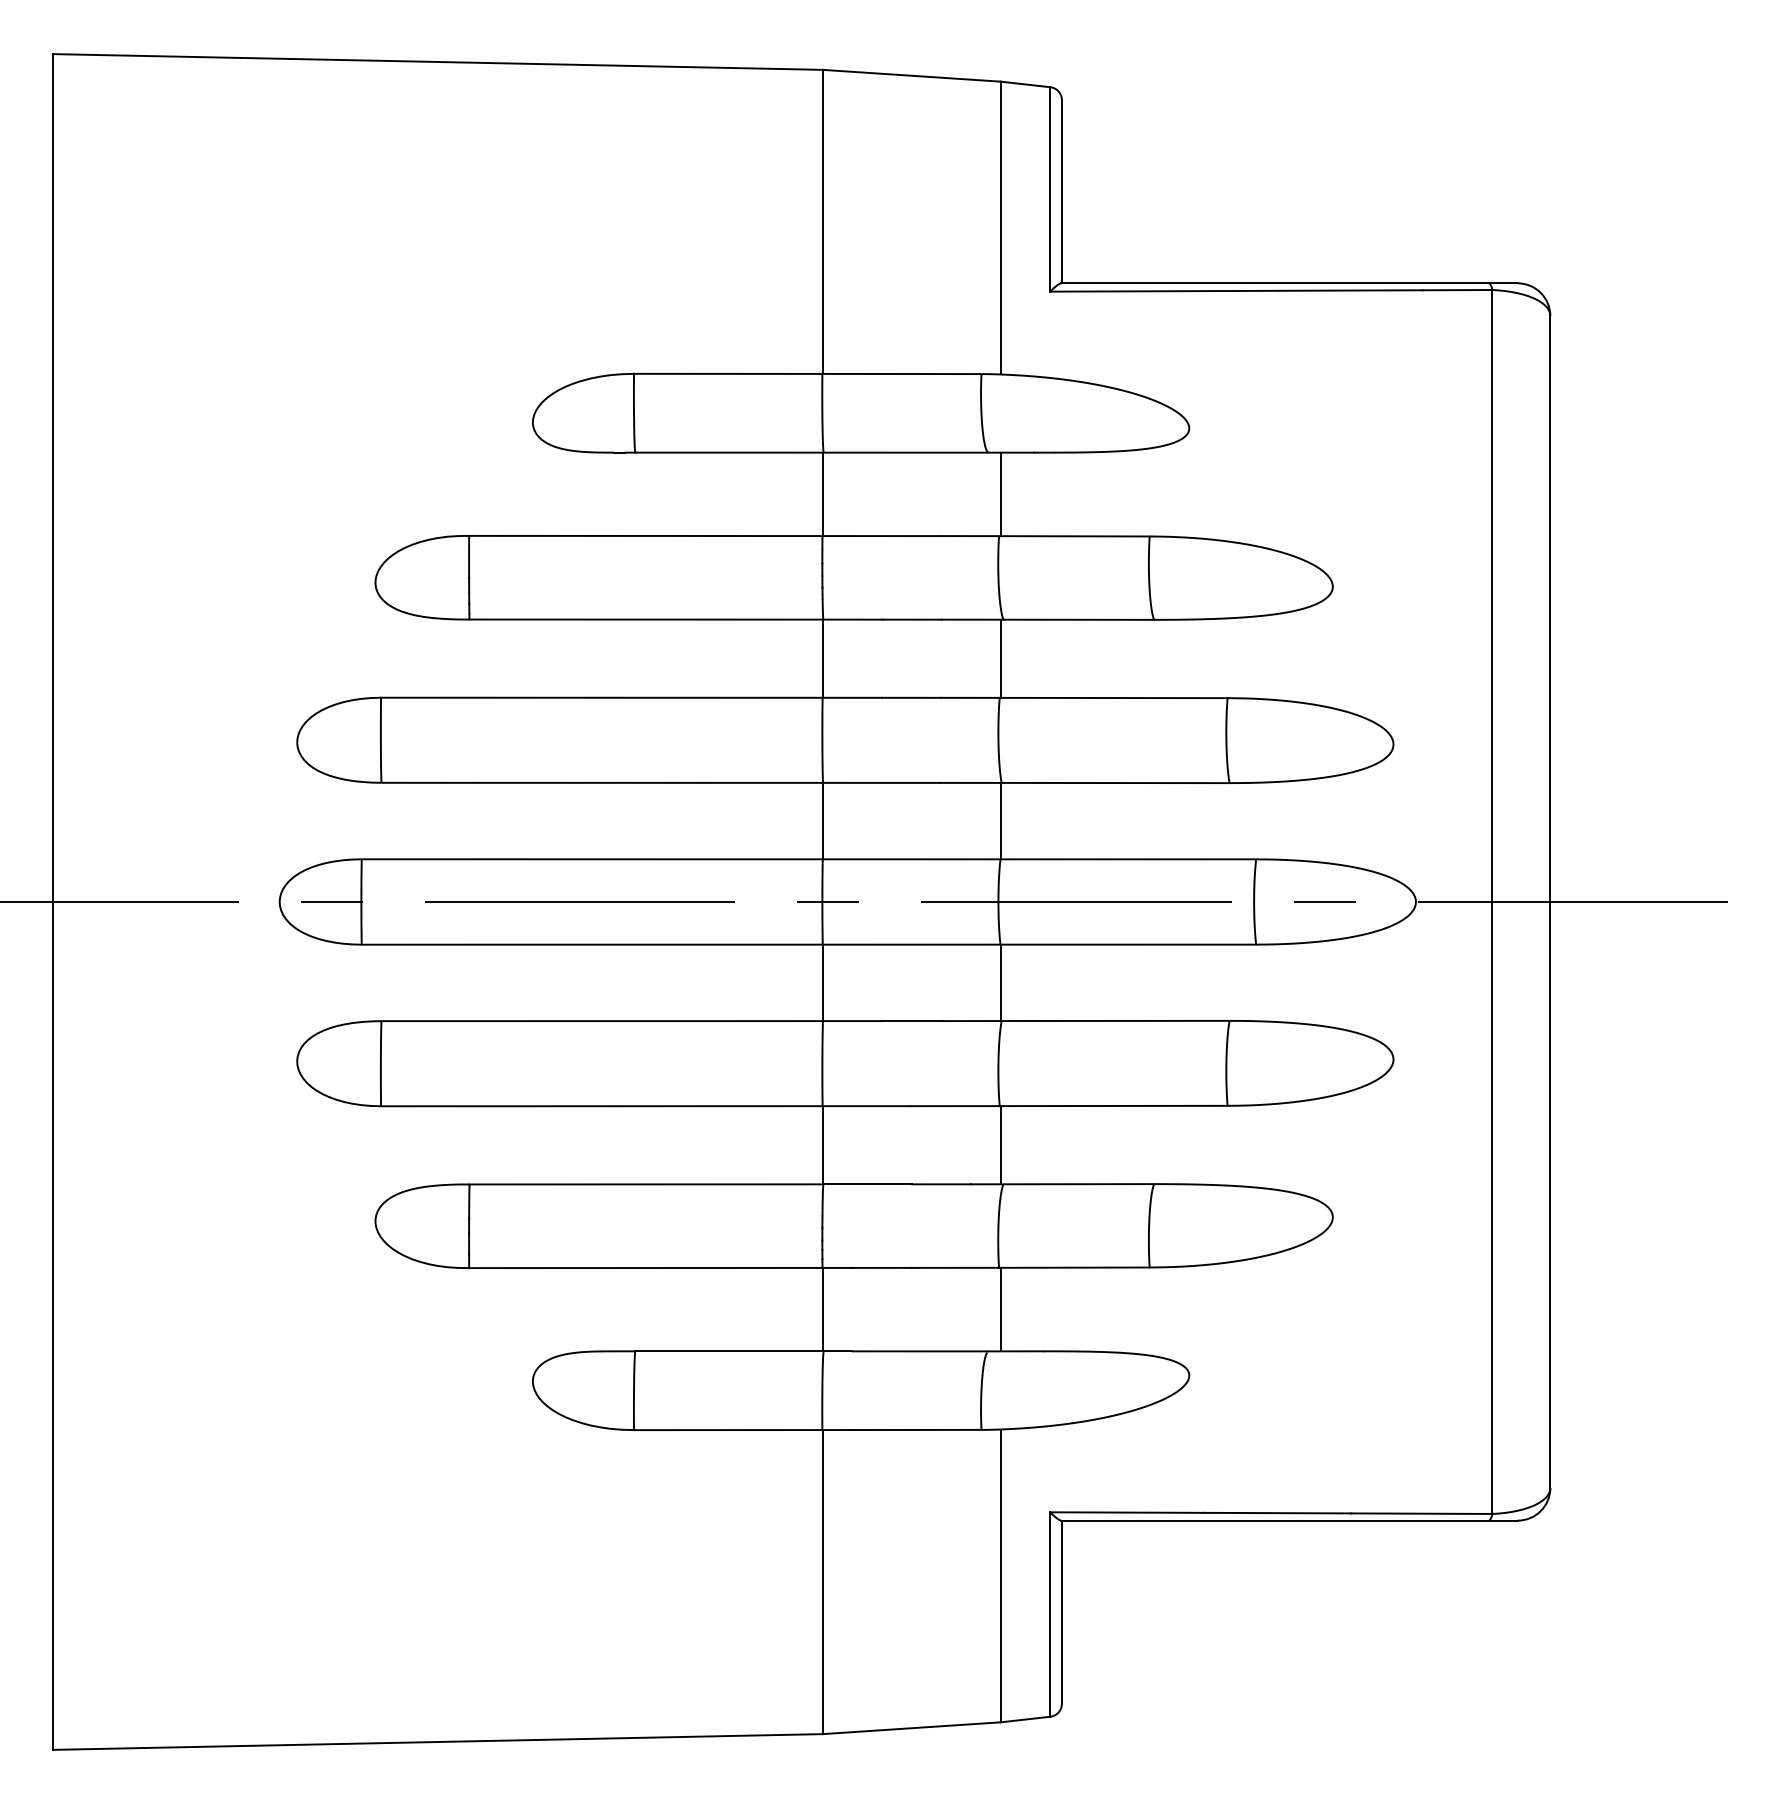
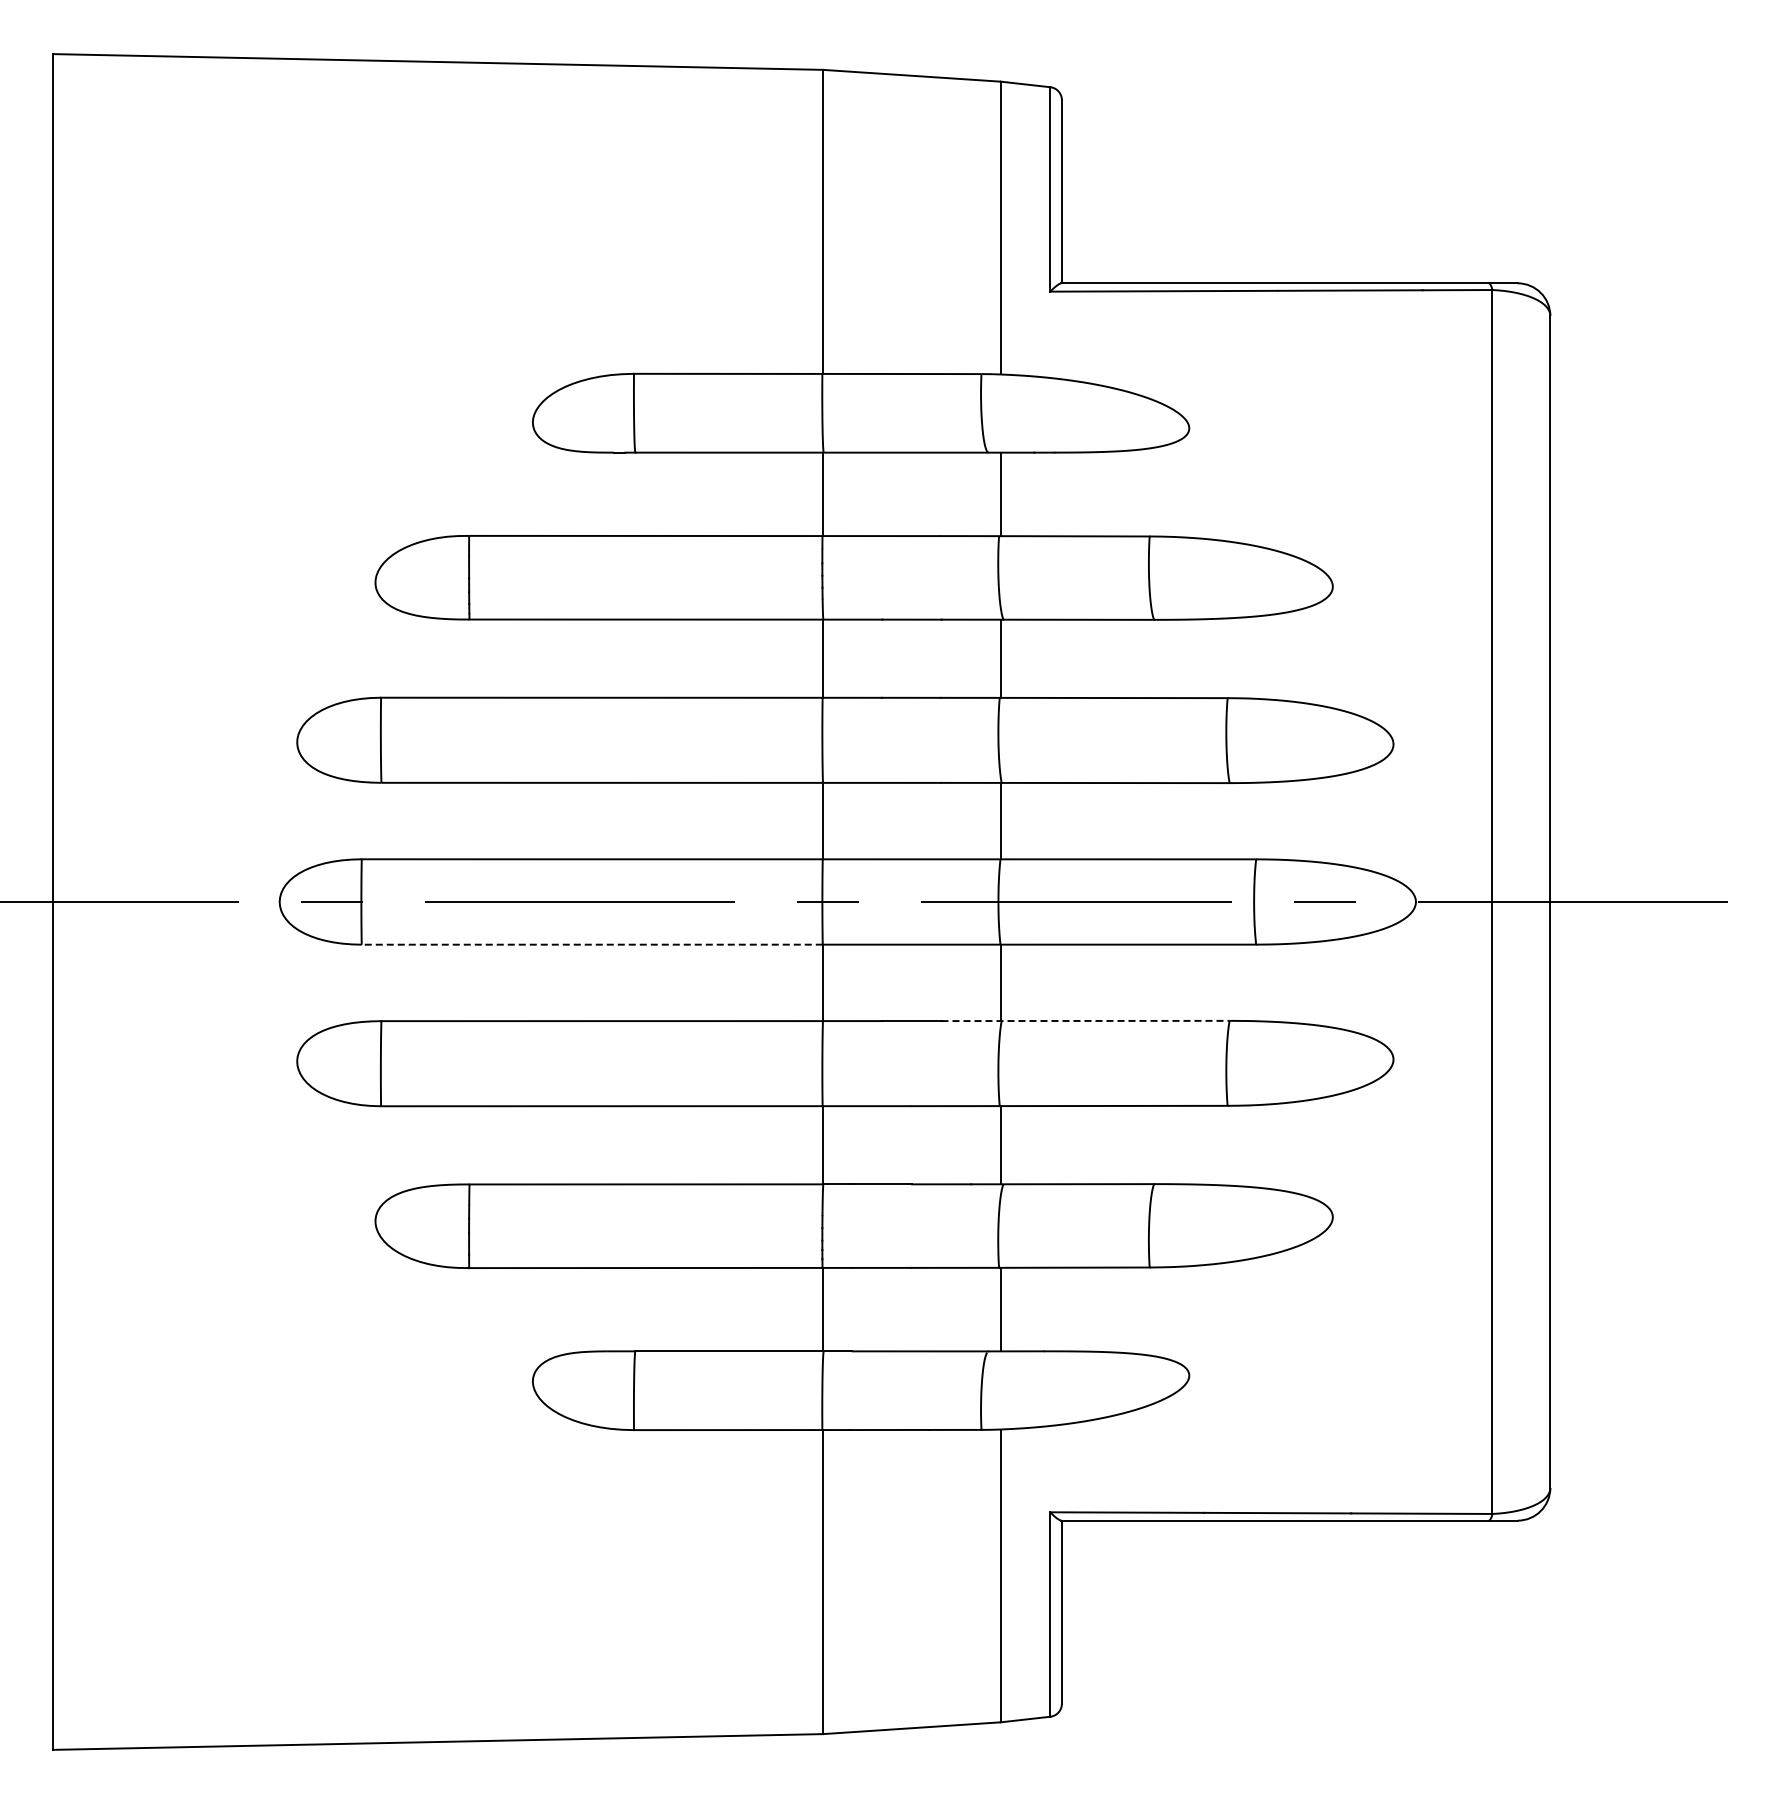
line at (592, 944): solid -> dashed
line at (1084, 1020): solid -> dashed
